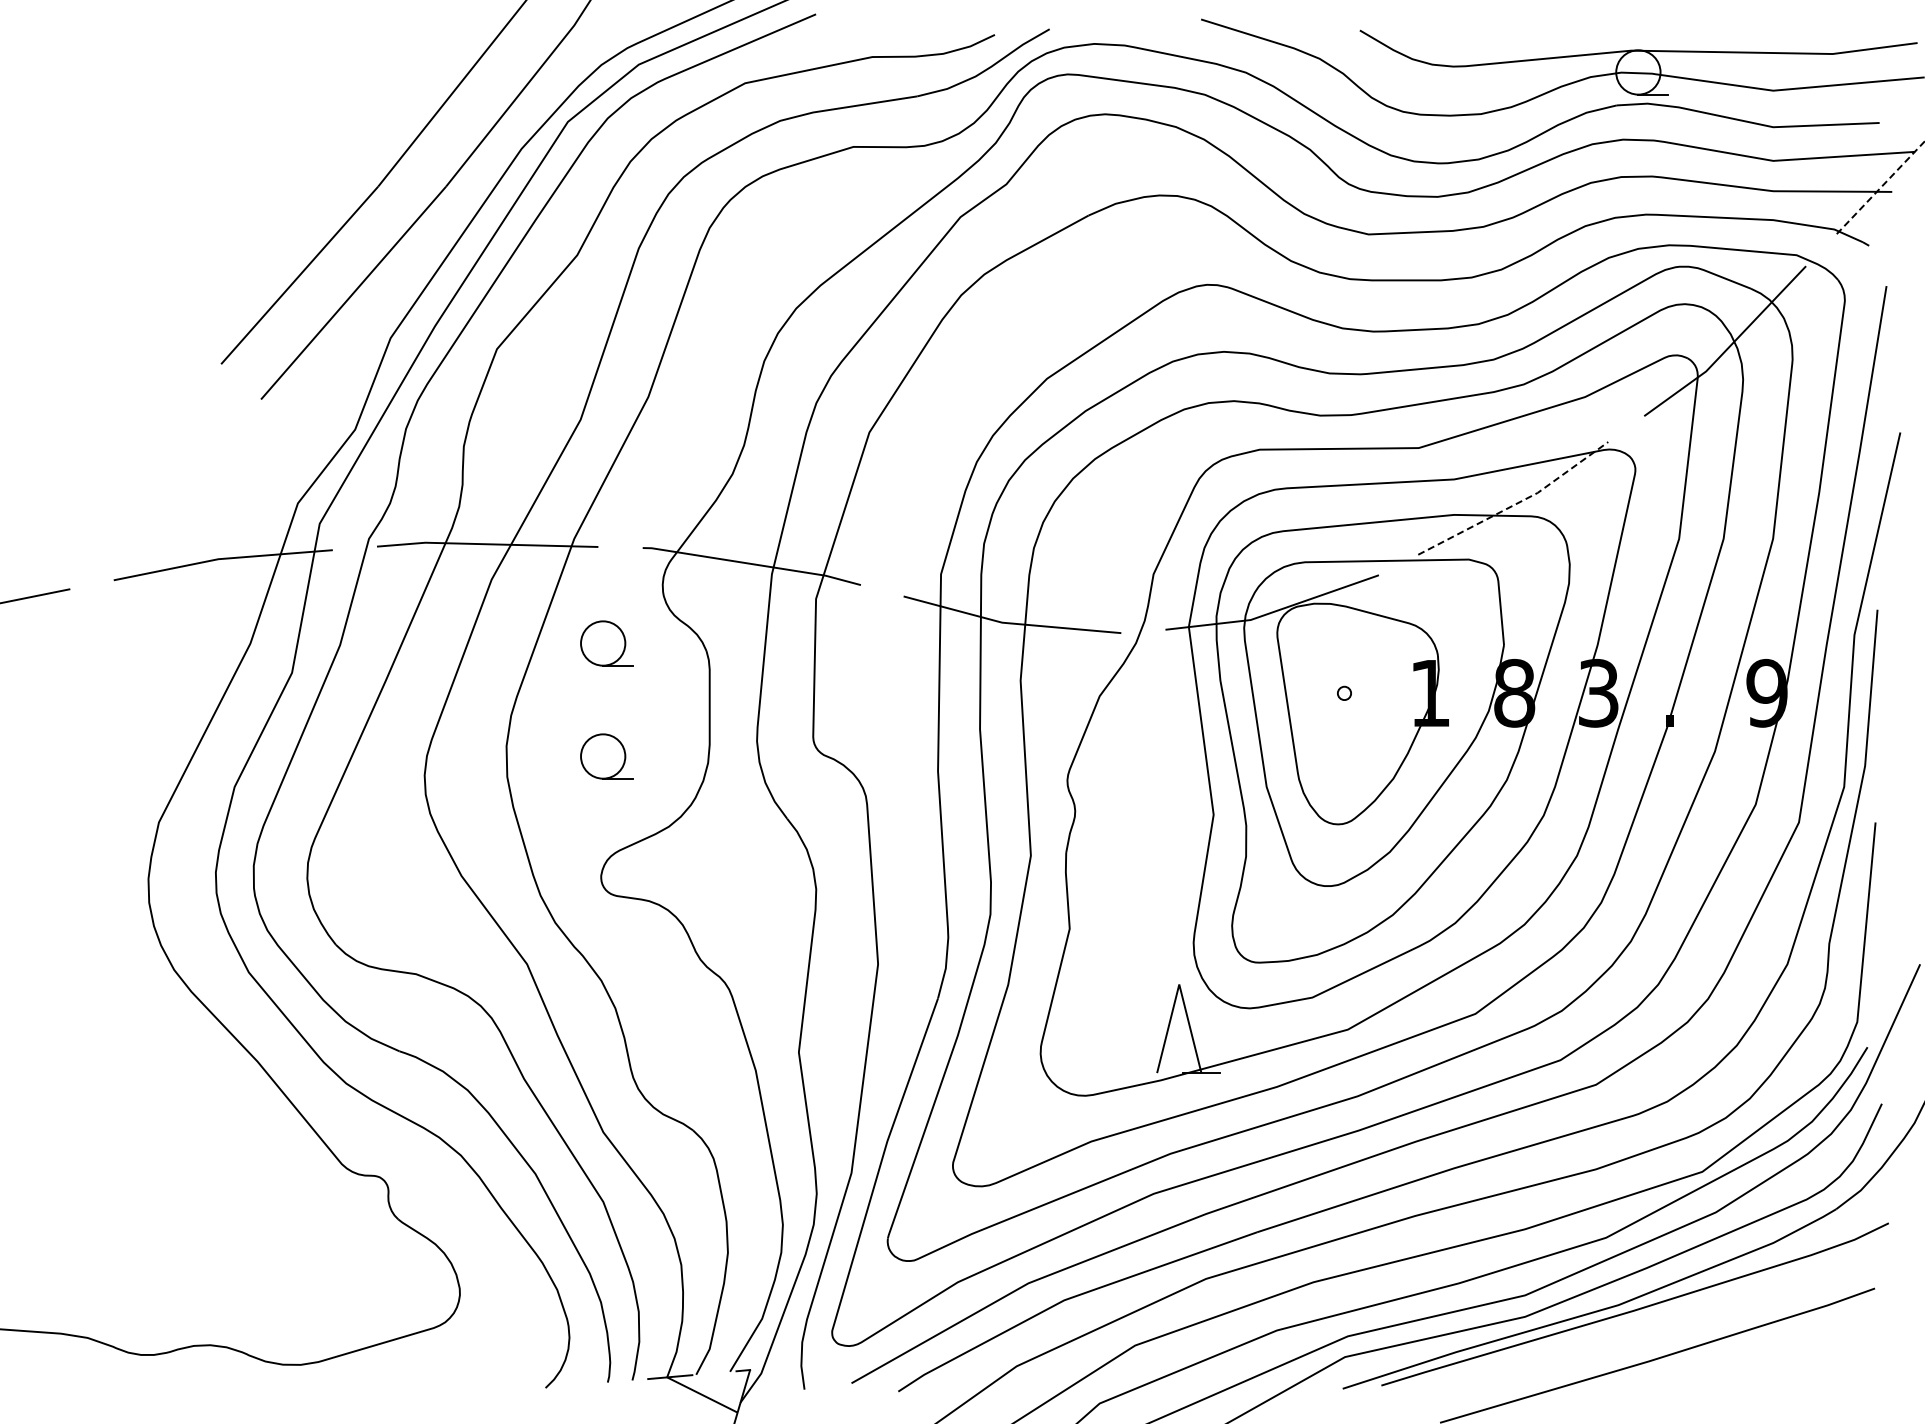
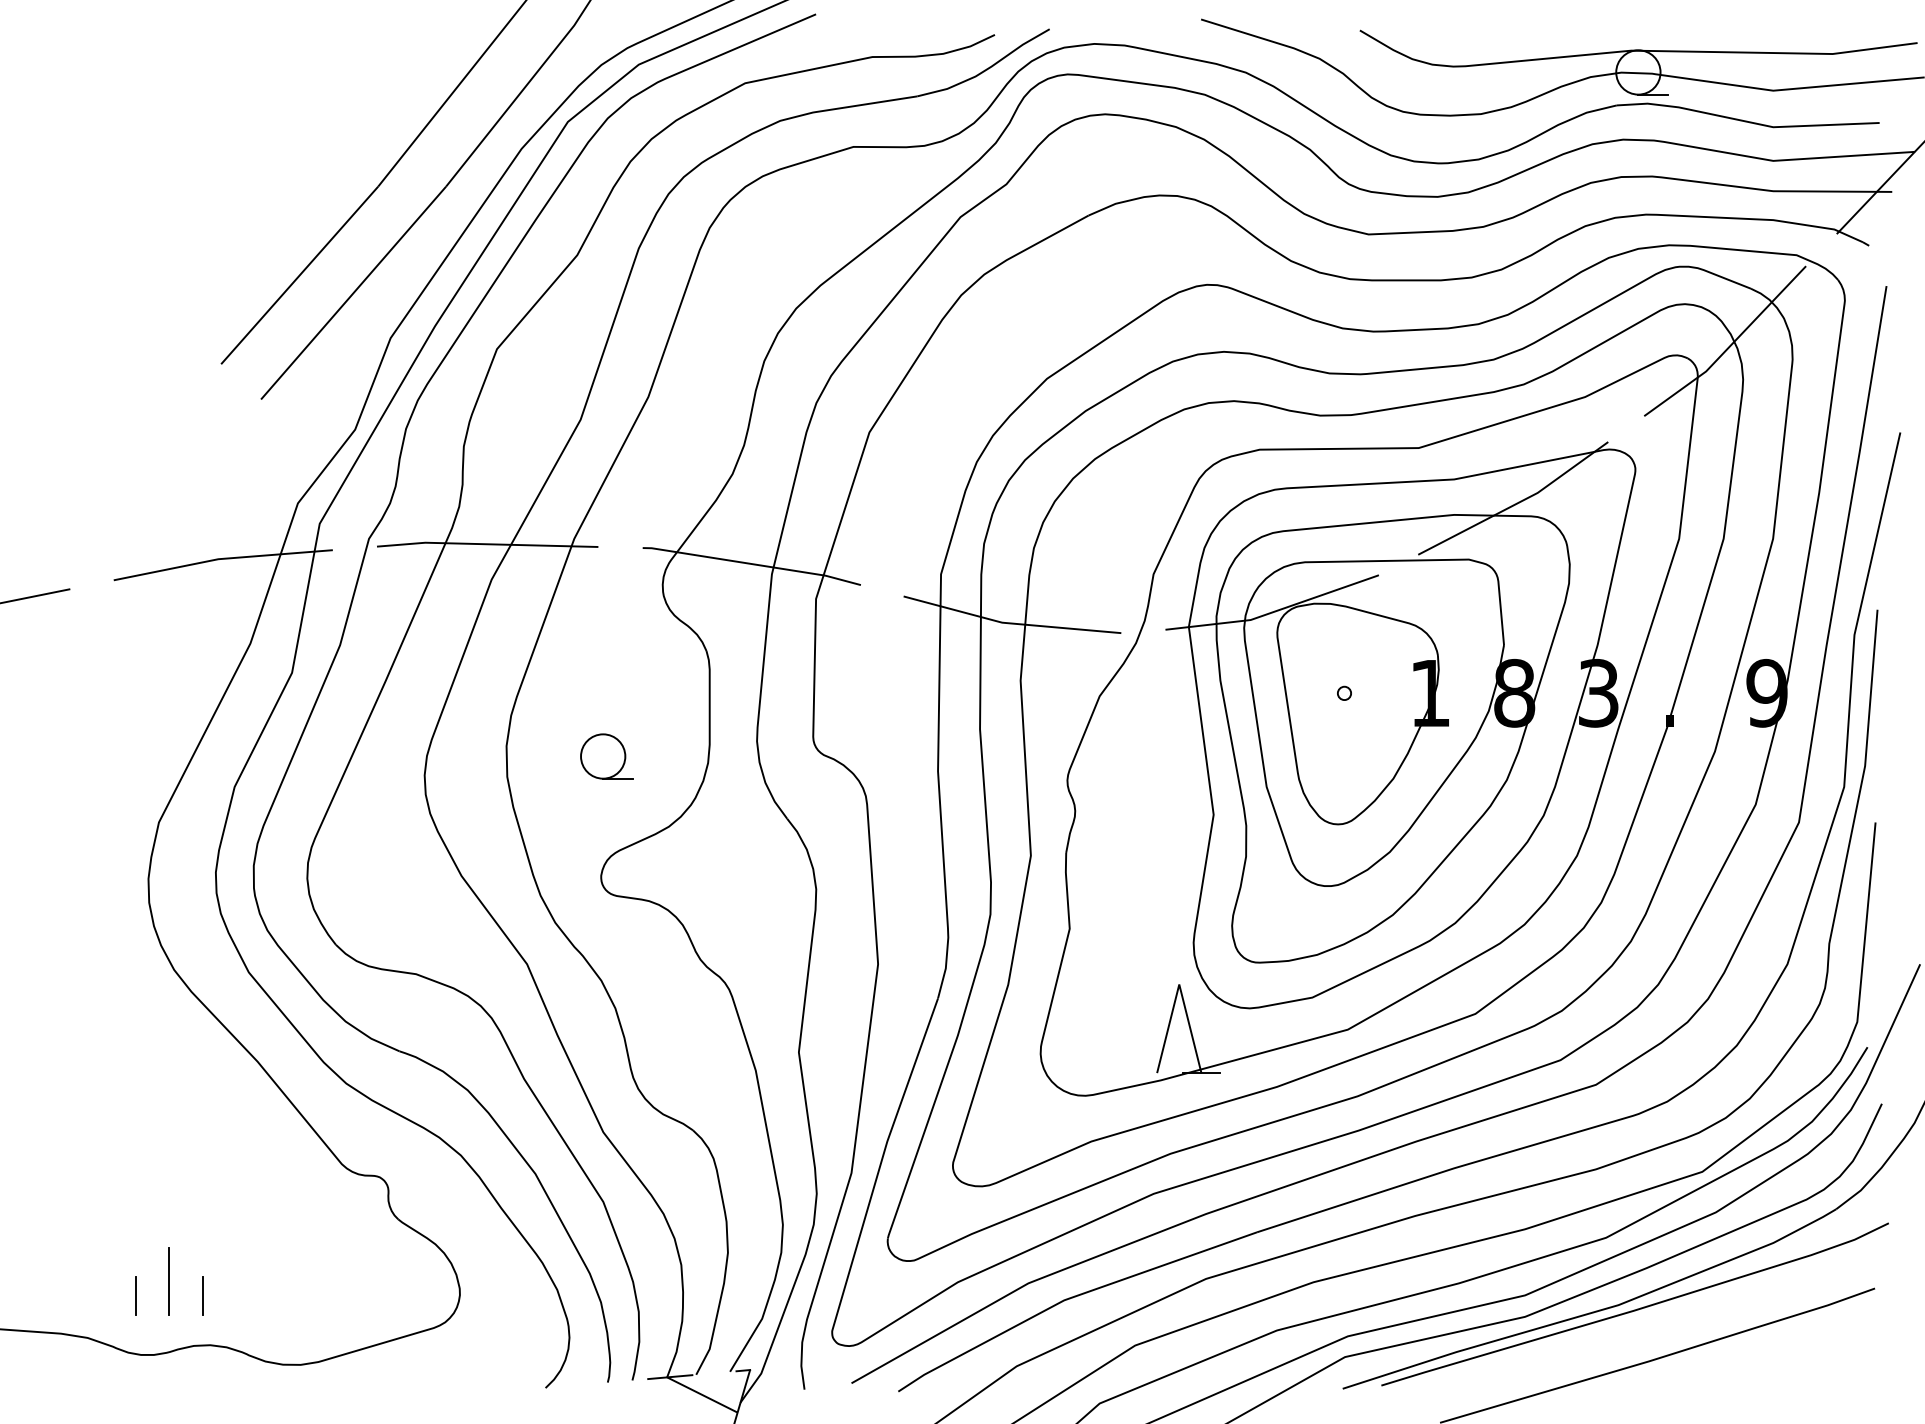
line at (1880, 187): dashed -> solid
line at (1517, 503): dashed -> solid
part at (606, 643): present -> none
line at (168, 1281): none -> present
line at (136, 1295): none -> present
line at (202, 1295): none -> present
